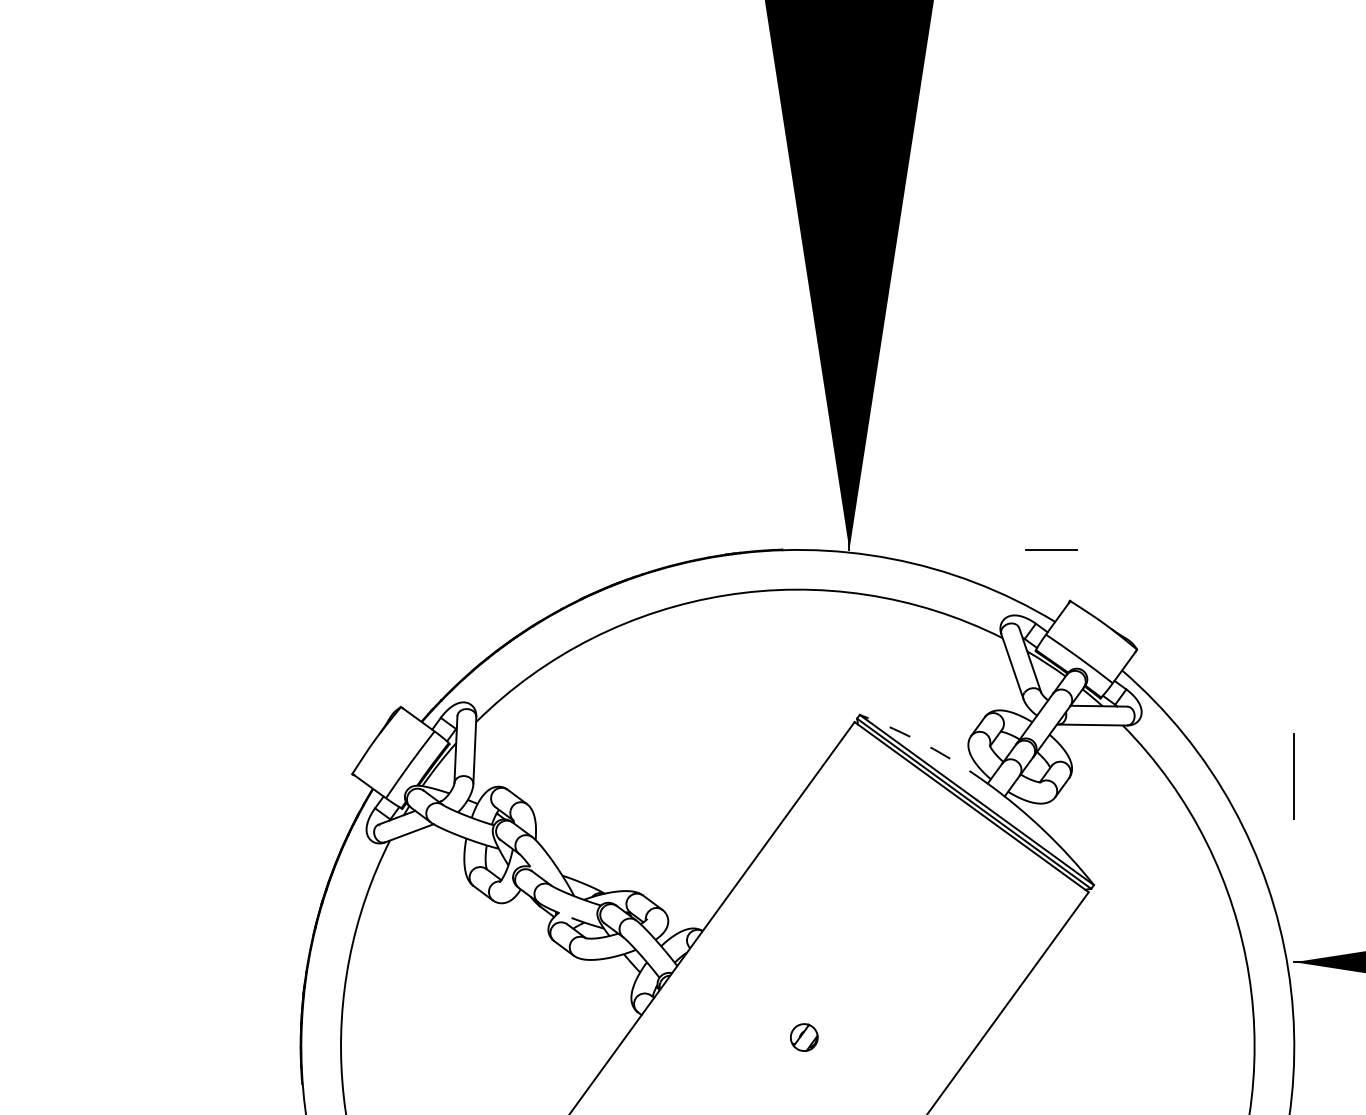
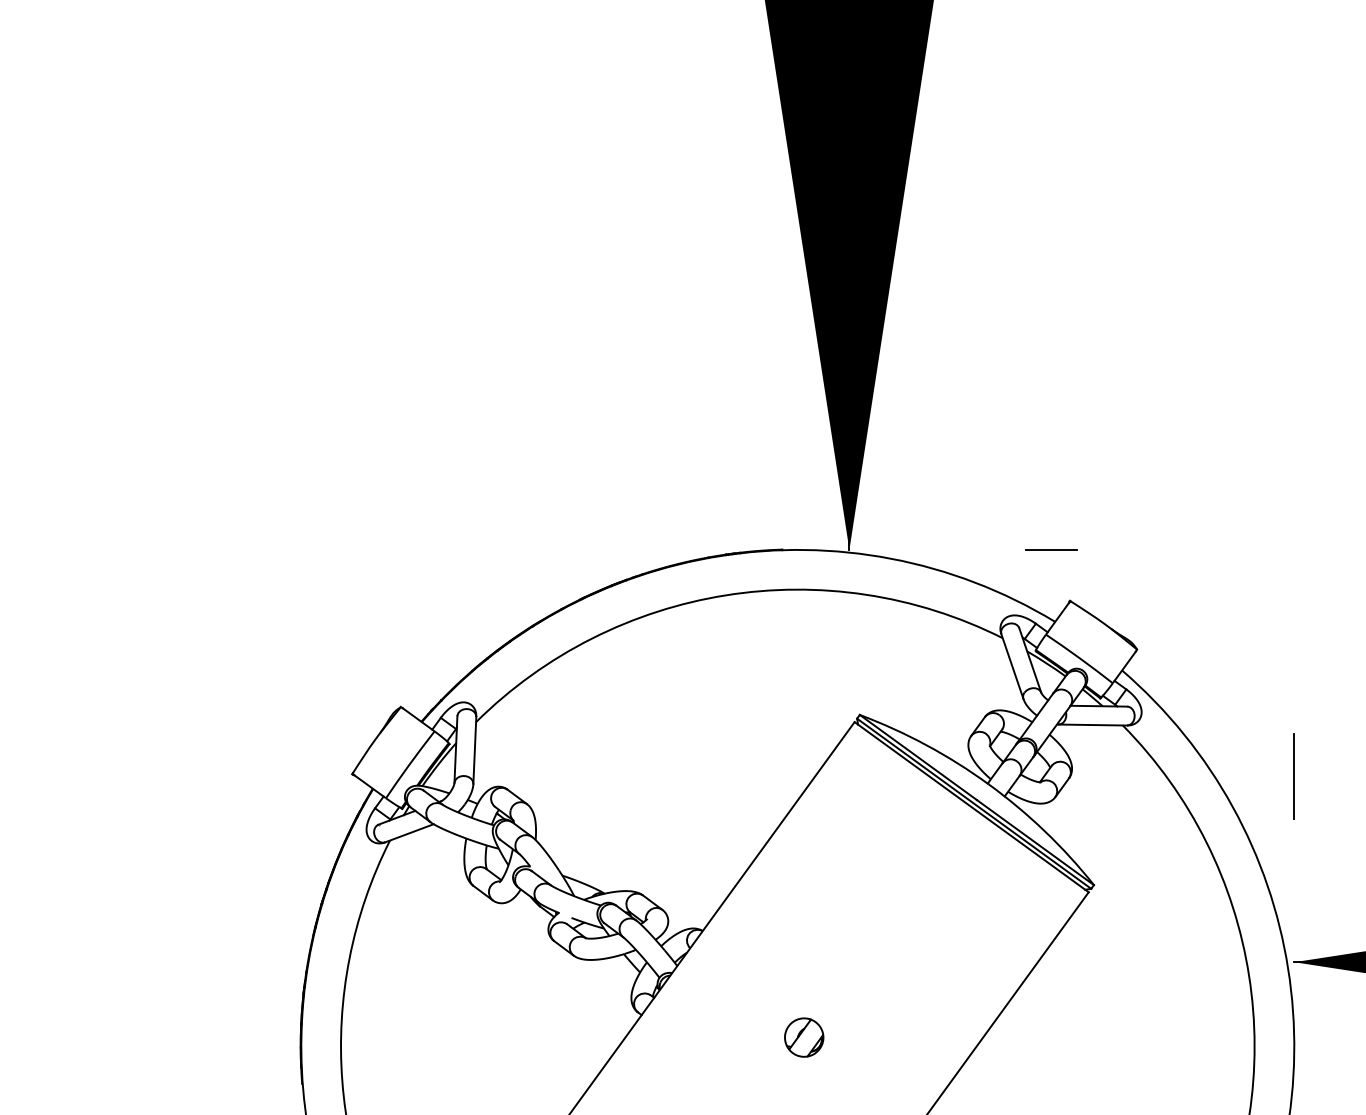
arc at (926, 745): dashed -> solid
part at (804, 1037) size: 29x29 px -> 41x41 px
